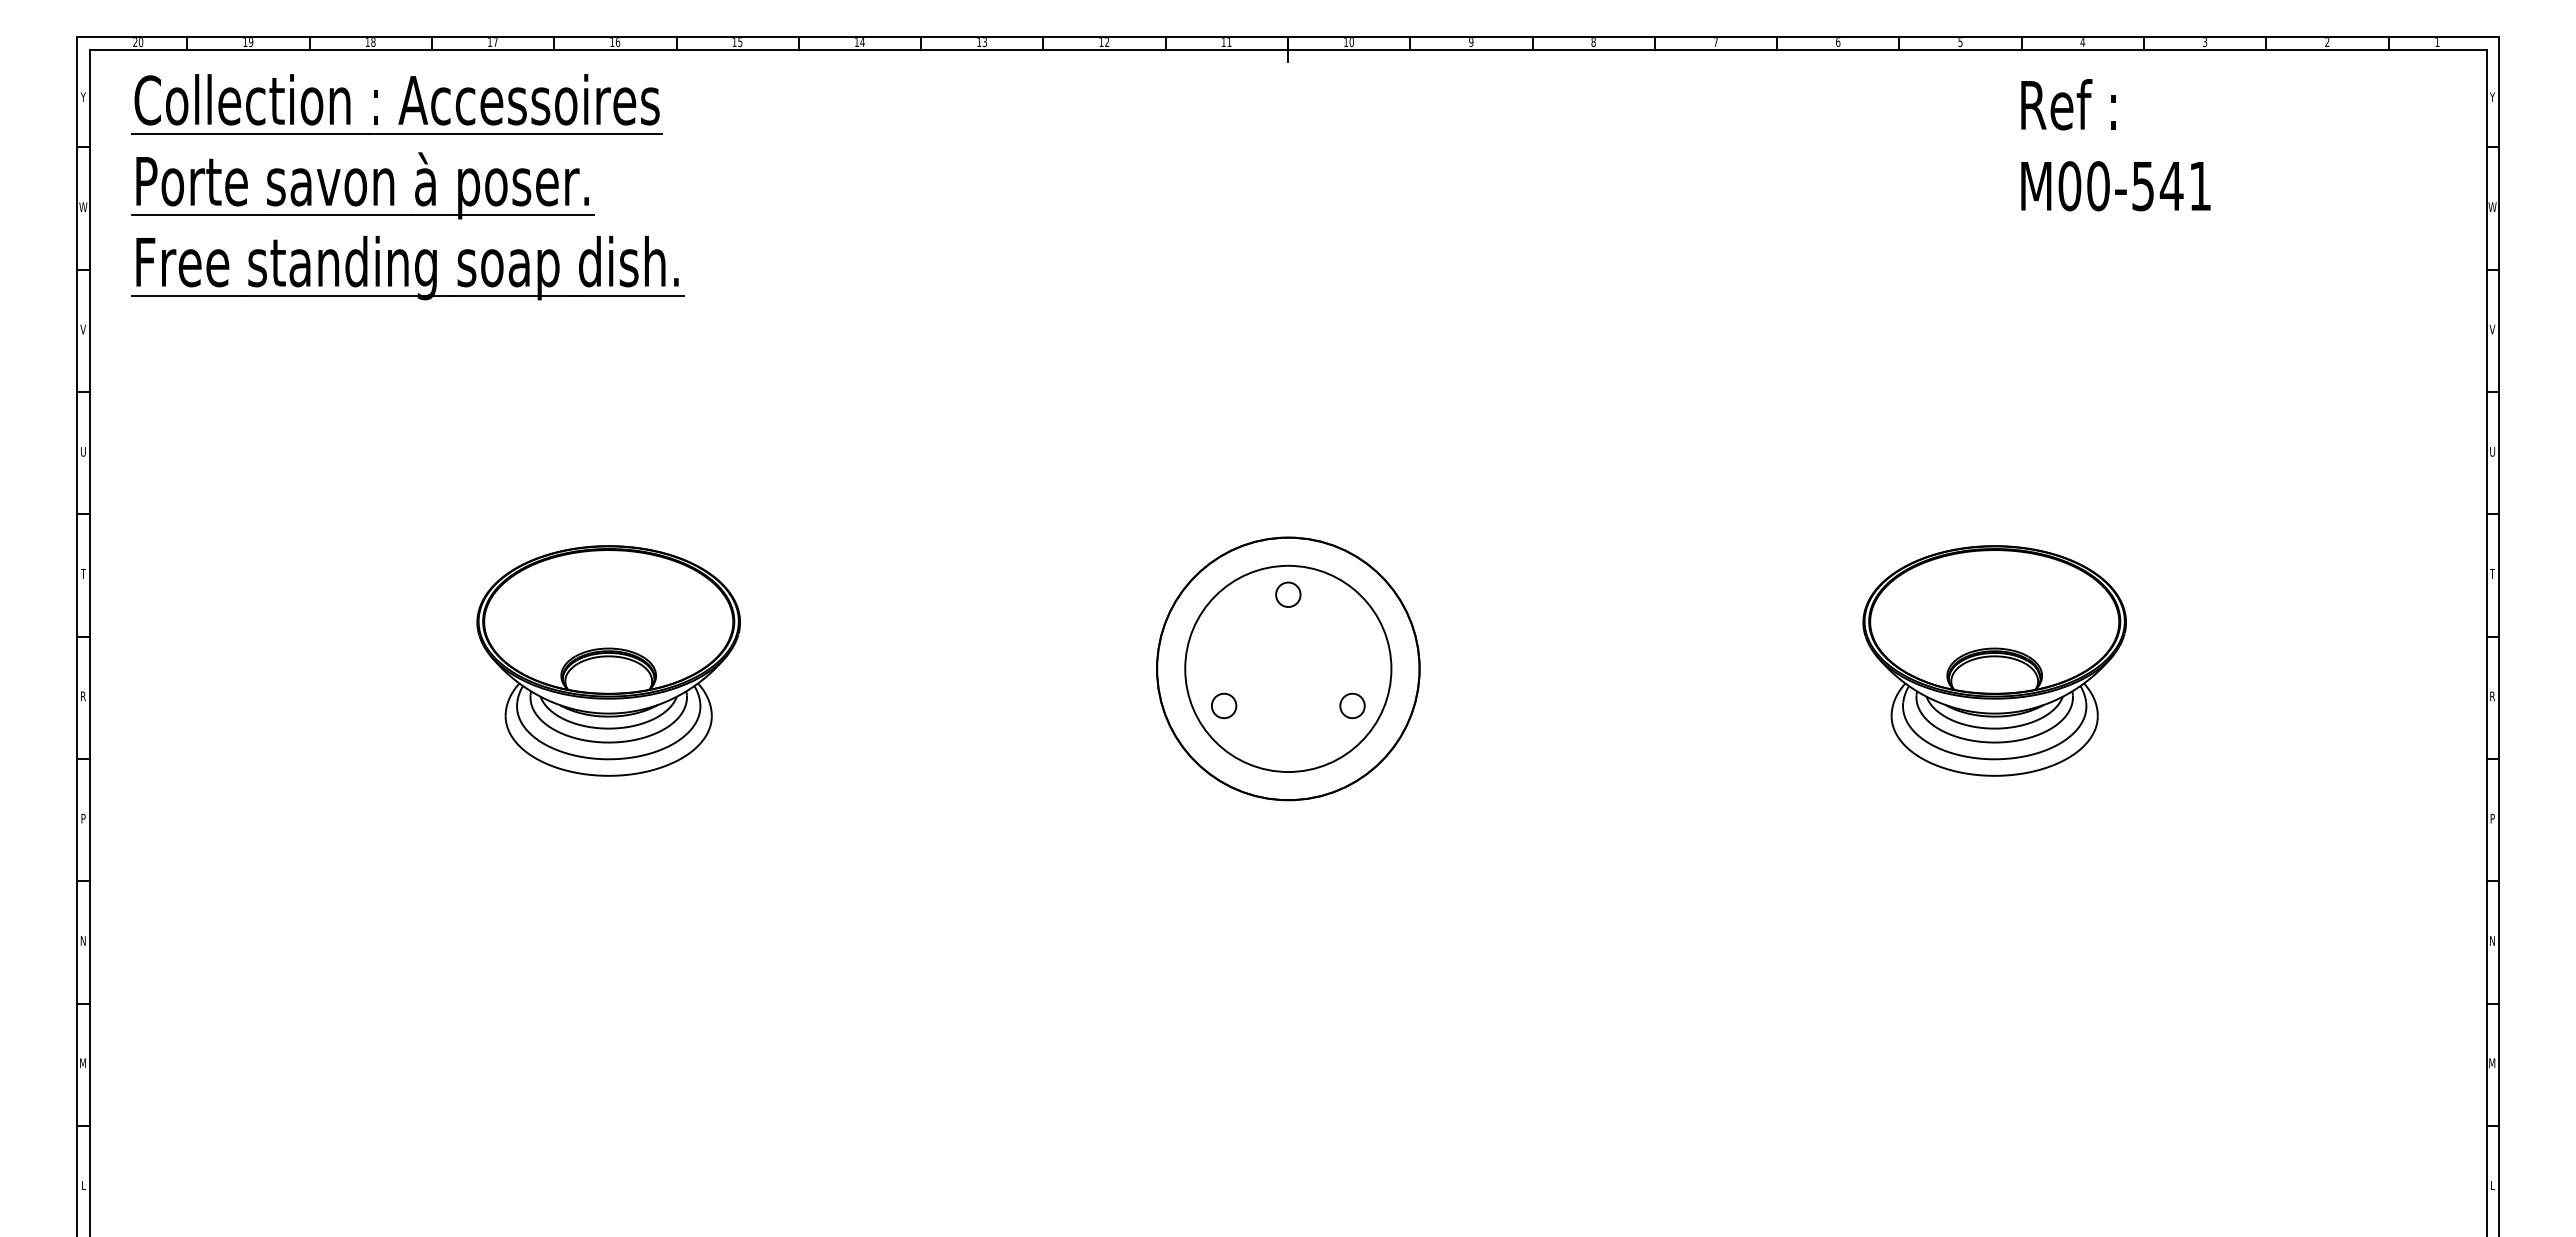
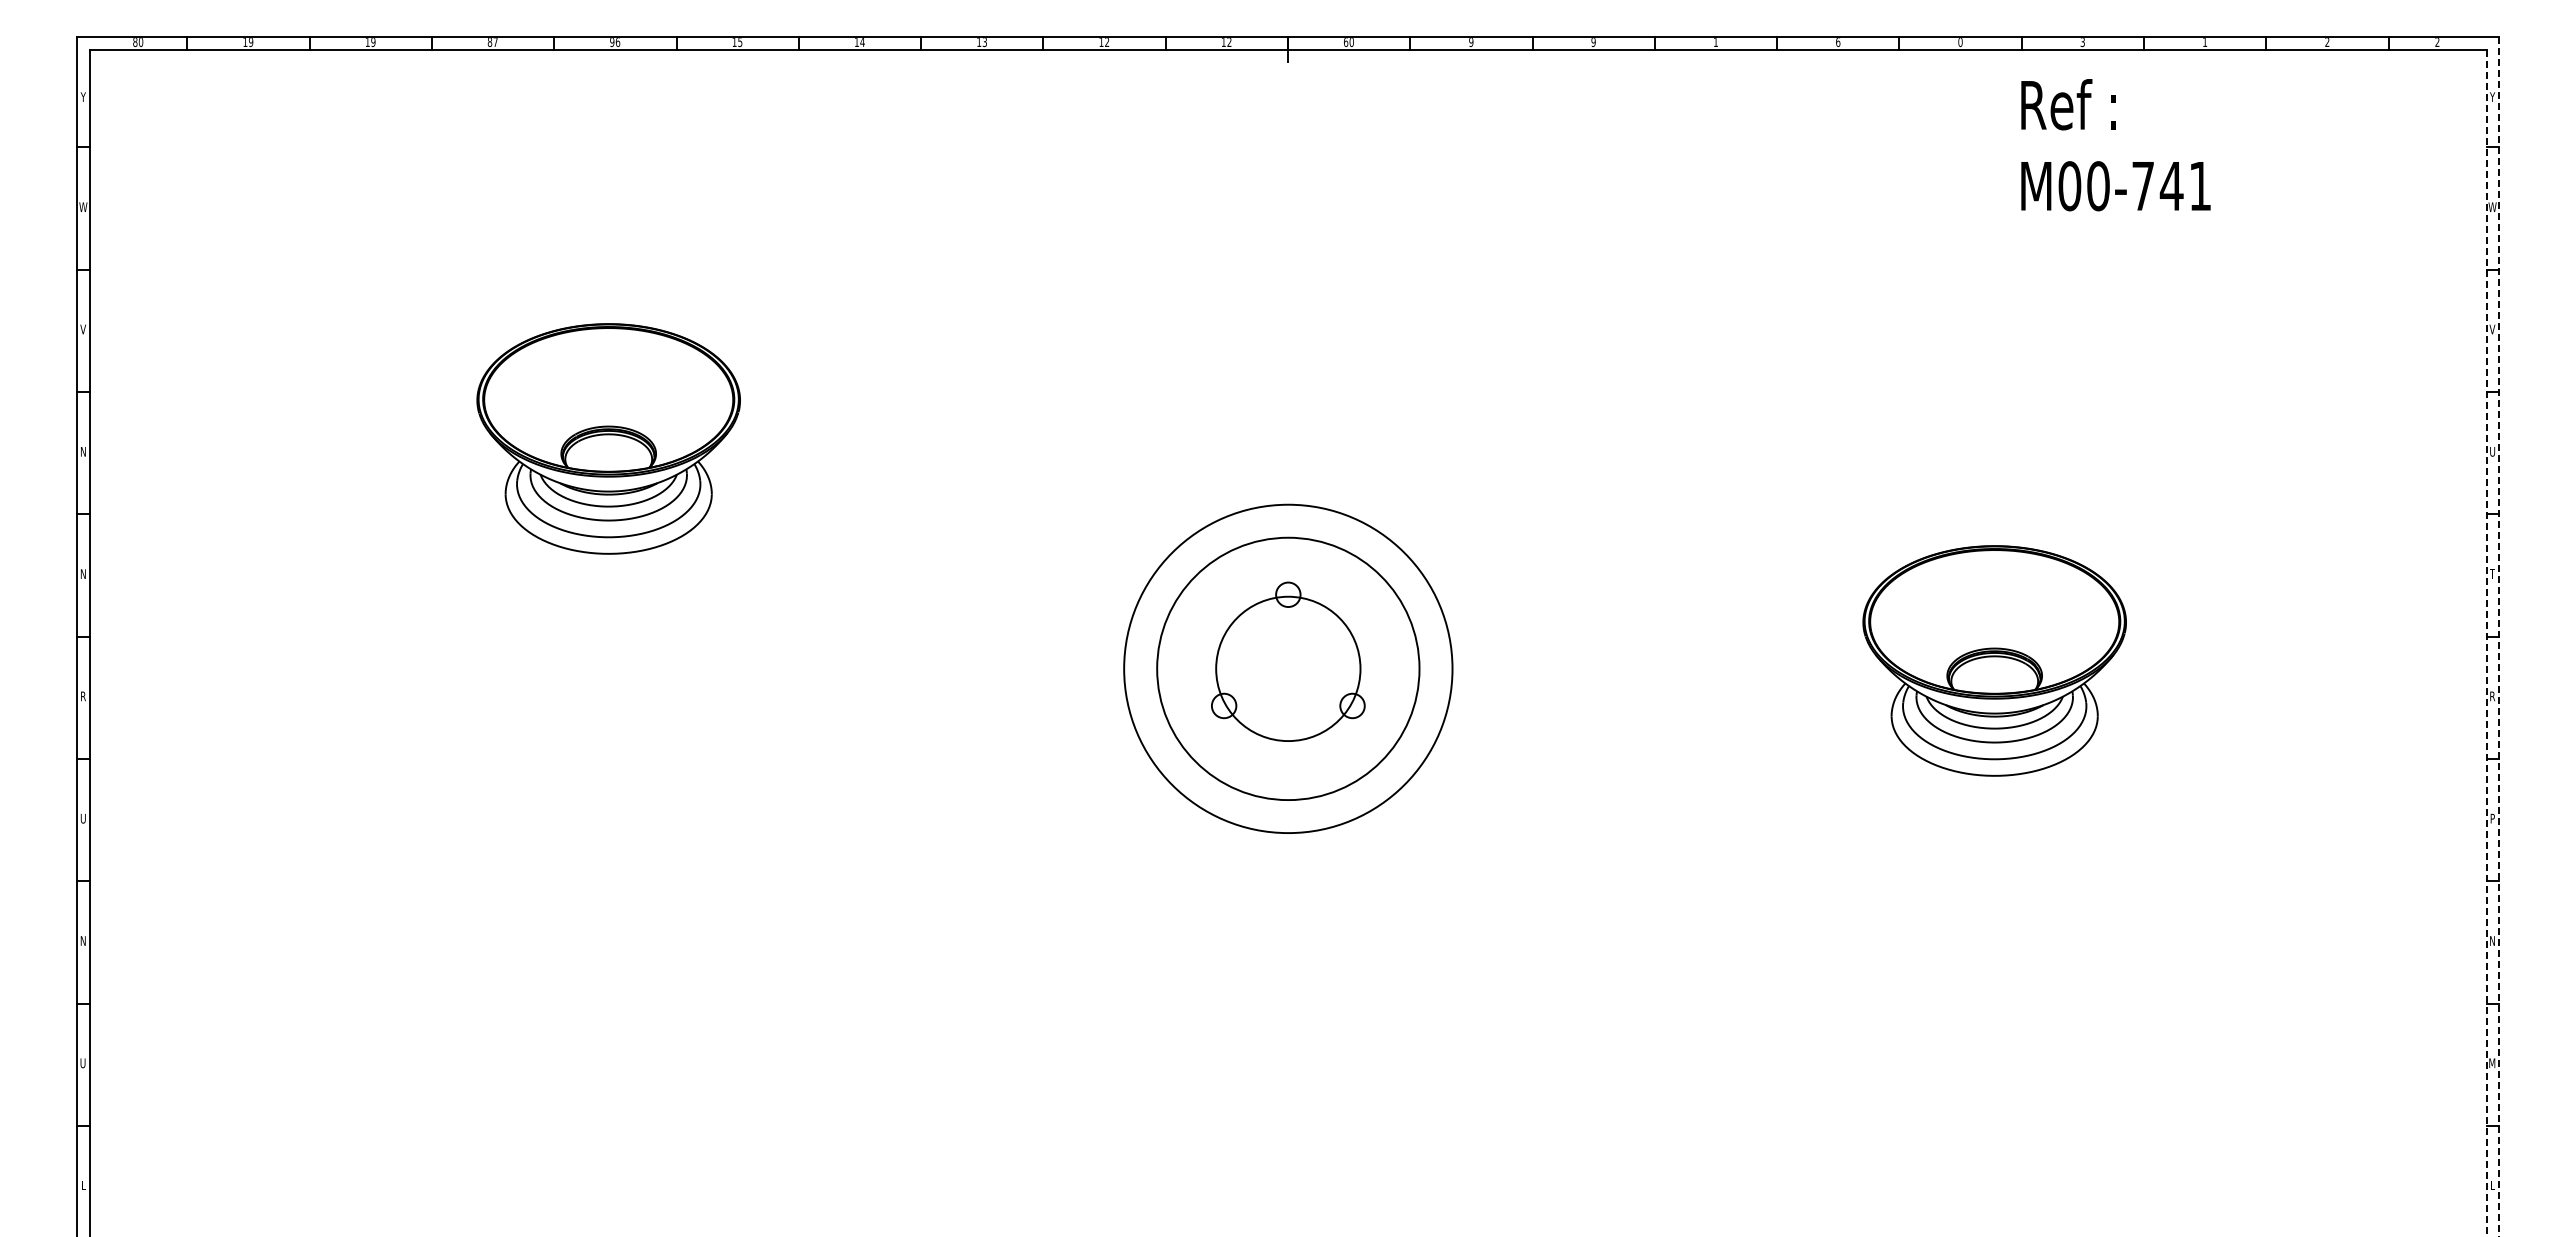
text at (135, 42): 20 -> 80
text at (373, 42): 18 -> 19
text at (489, 42): 17 -> 87
text at (612, 42): 16 -> 96
text at (1229, 42): 11 -> 12
text at (1345, 42): 10 -> 60
text at (1593, 42): 8 -> 9
text at (1715, 42): 7 -> 1
text at (1960, 42): 5 -> 0
text at (2082, 42): 4 -> 3
text at (2205, 42): 3 -> 1
text at (2437, 42): 1 -> 2
text at (2142, 186): ^JM00-541 -> ^JM00-741
part at (415, 190): present -> none
text at (83, 451): U -> N
text at (82, 573): T -> N
line at (2498, 637): solid -> dashed
line at (2486, 643): solid -> dashed
part at (608, 660) position: (608, 660) -> (608, 438)
circle at (1287, 668) diameter: 263 px -> 328 px
circle at (1288, 668) diameter: 206 px -> 144 px
text at (82, 818): P -> U
text at (82, 1063): M -> U
